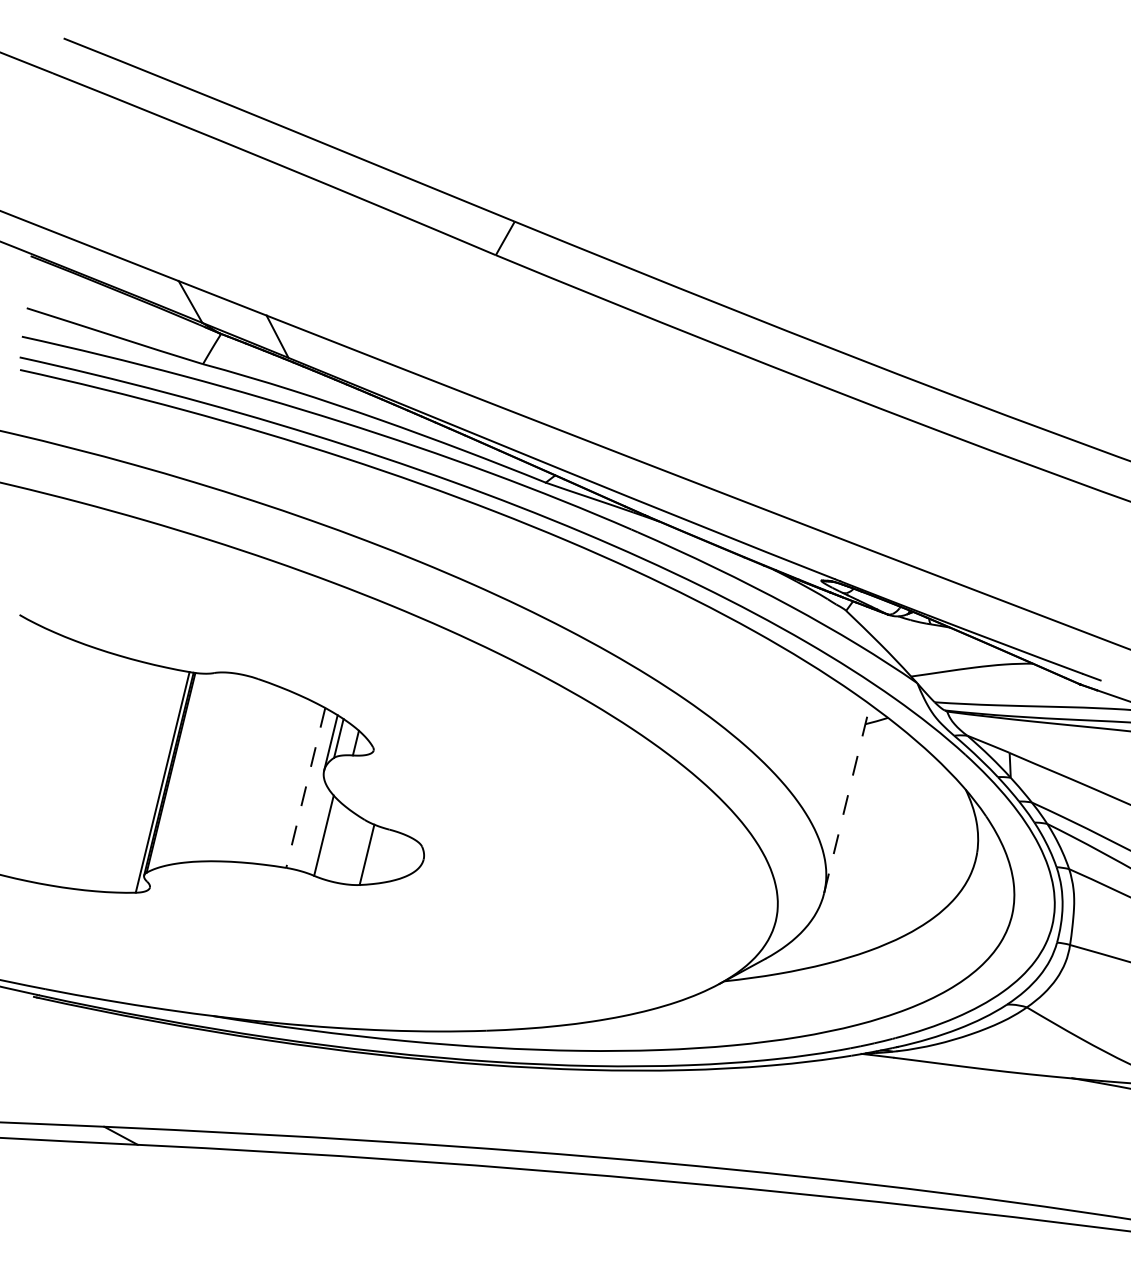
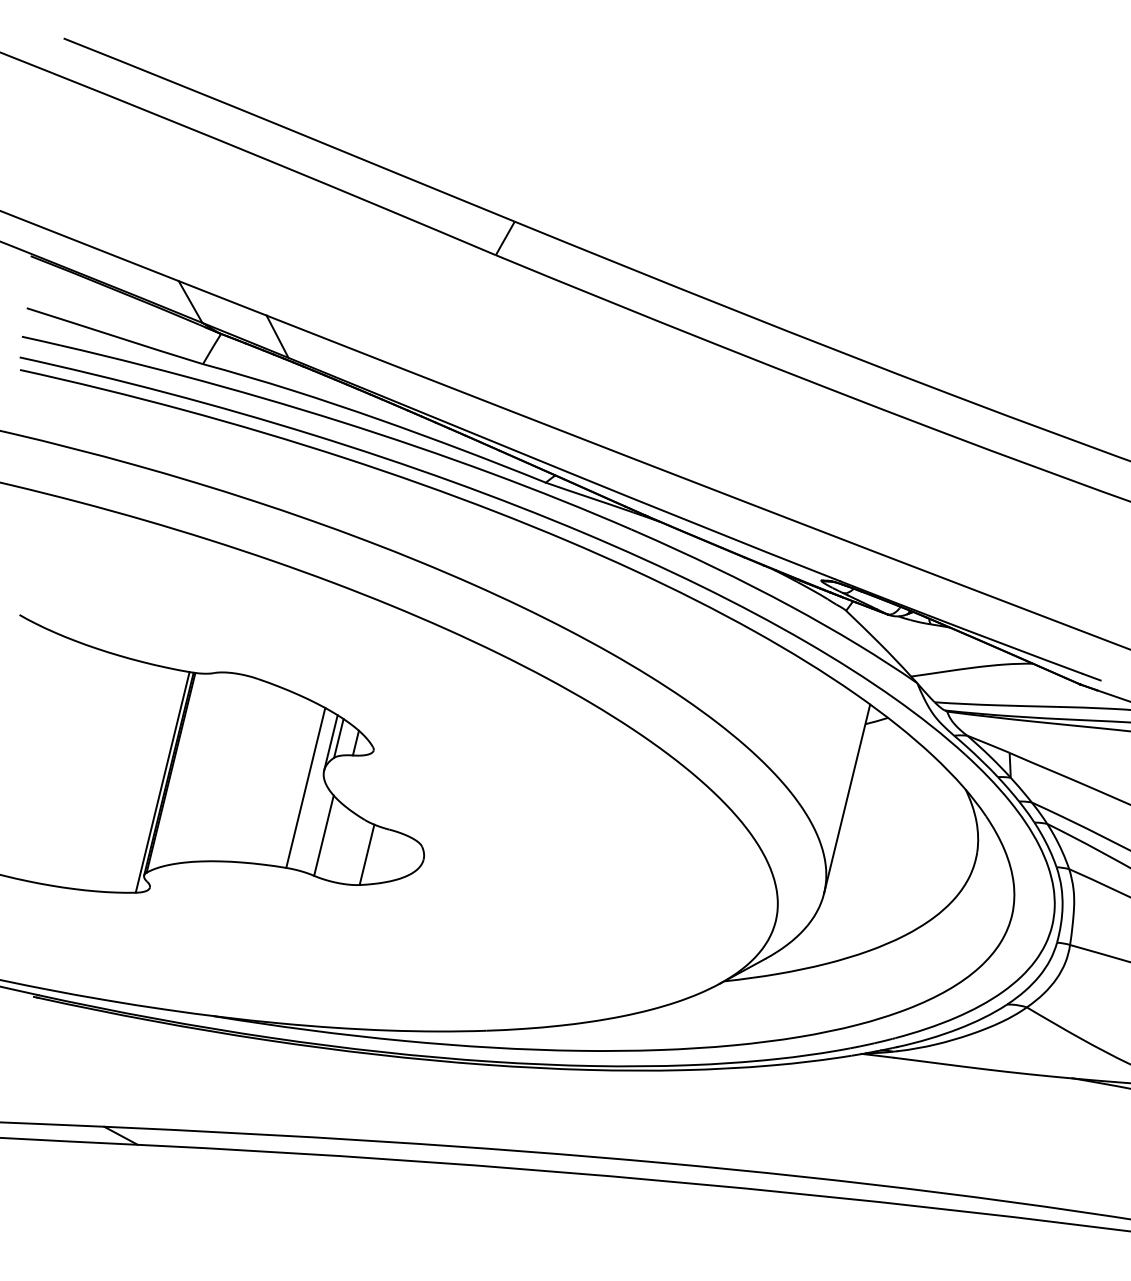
line at (305, 788): dashed -> solid
line at (847, 798): dashed -> solid
